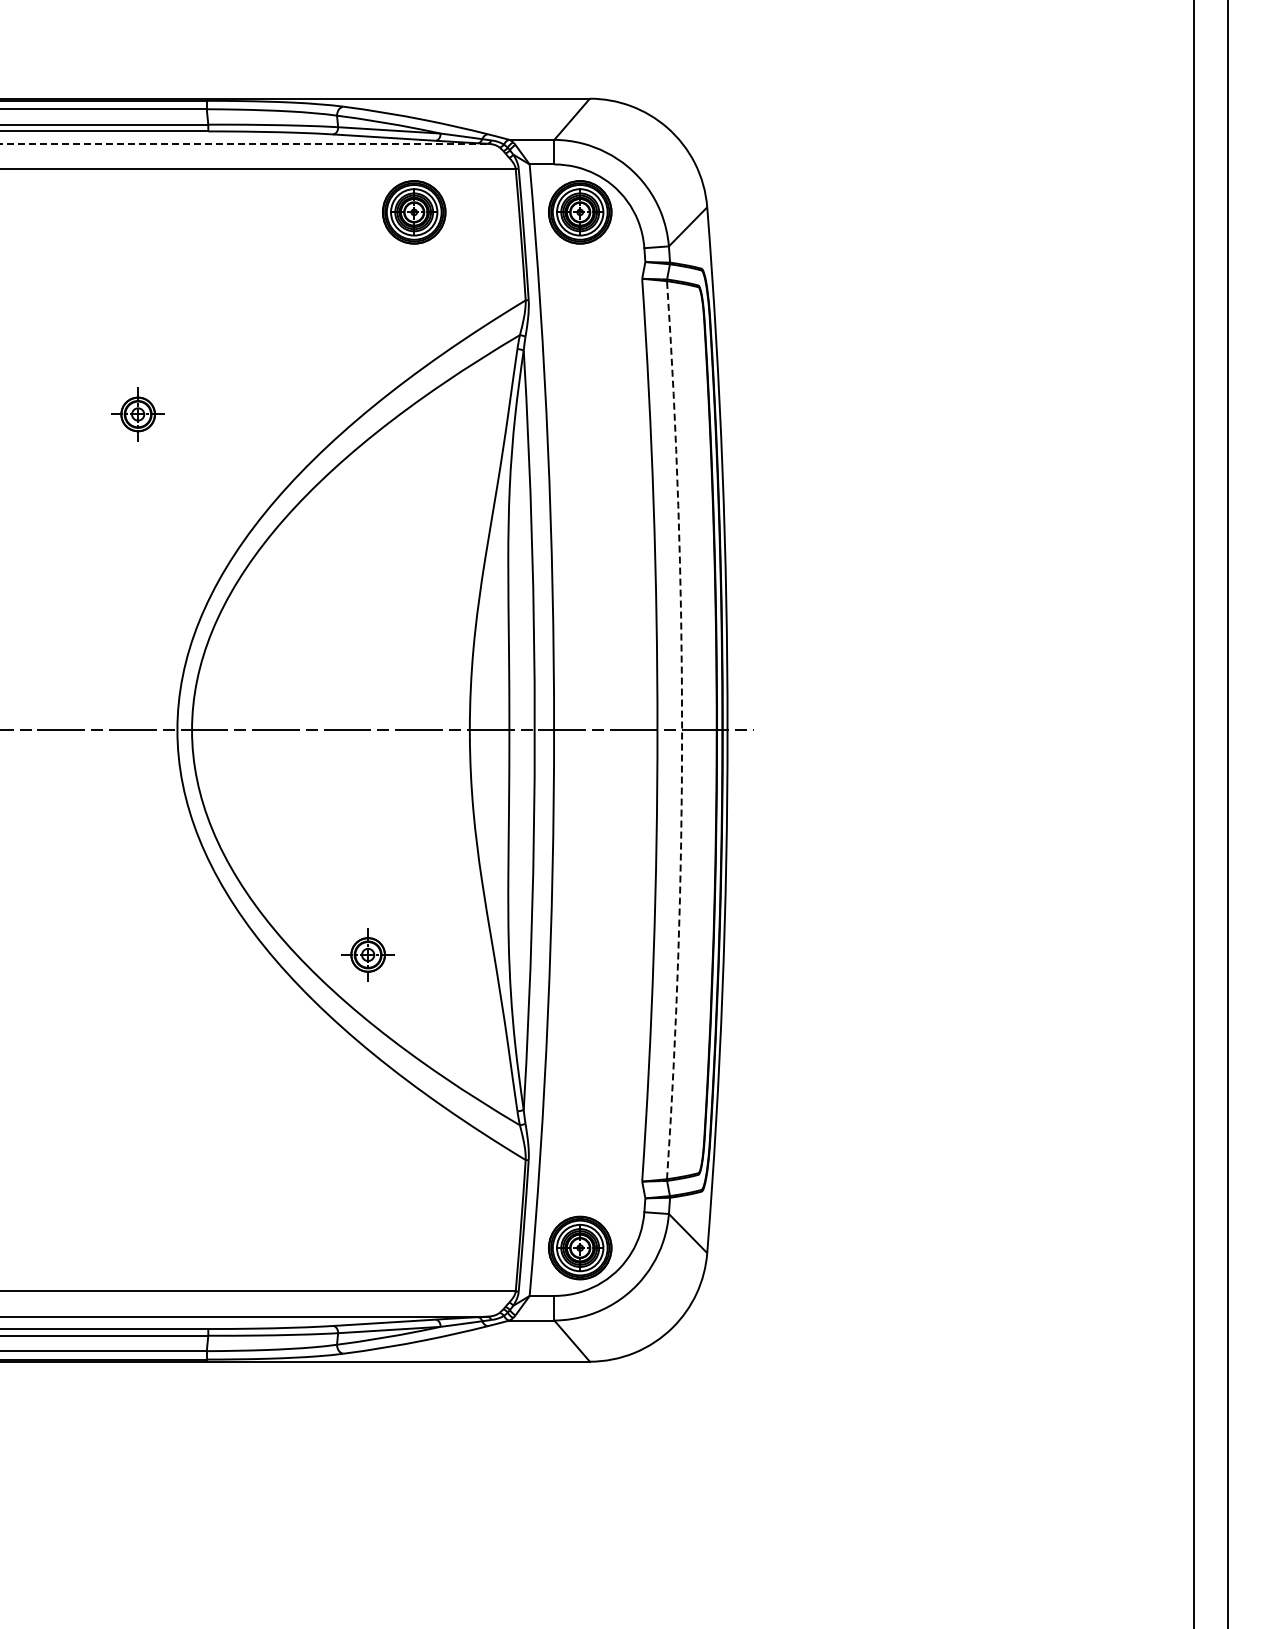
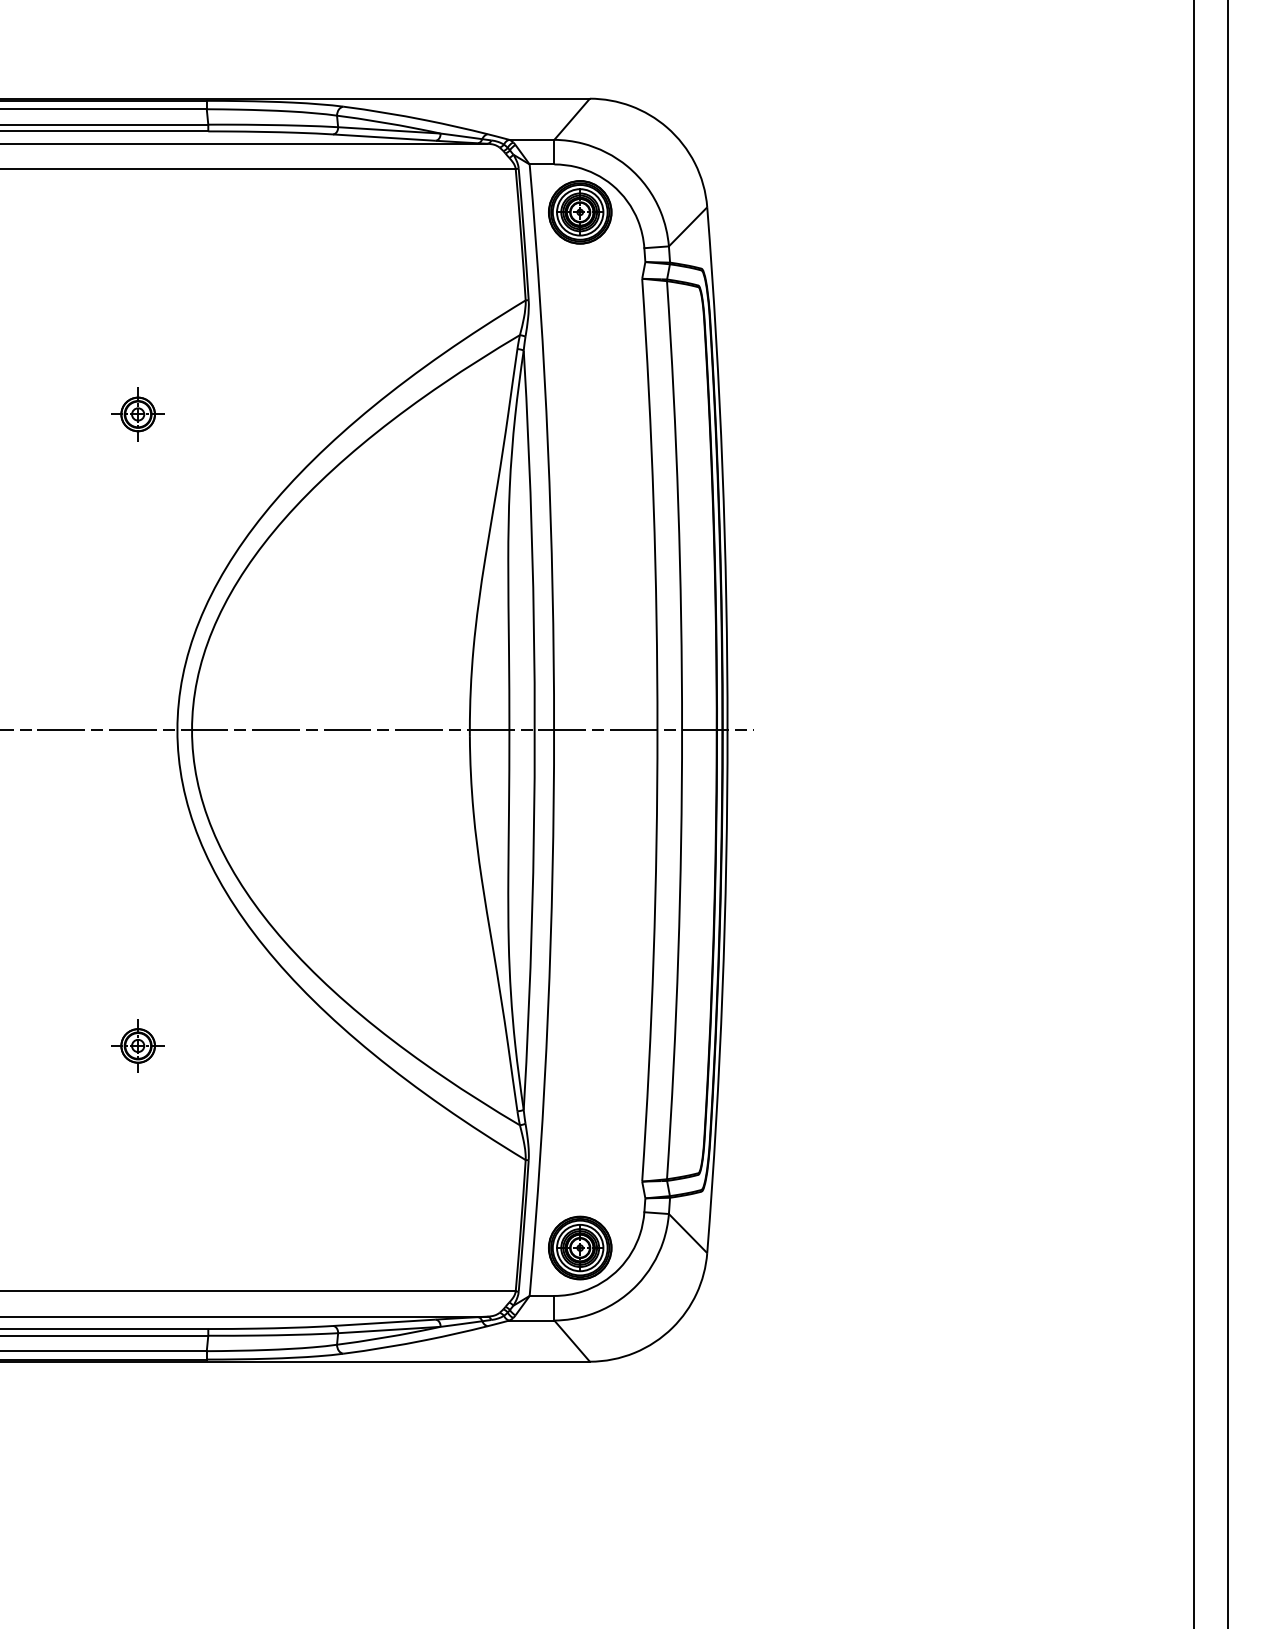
line at (243, 143): dashed -> solid
part at (414, 212): present -> none
arc at (682, 730): dashed -> solid
part at (367, 954) position: (367, 954) -> (137, 1045)
